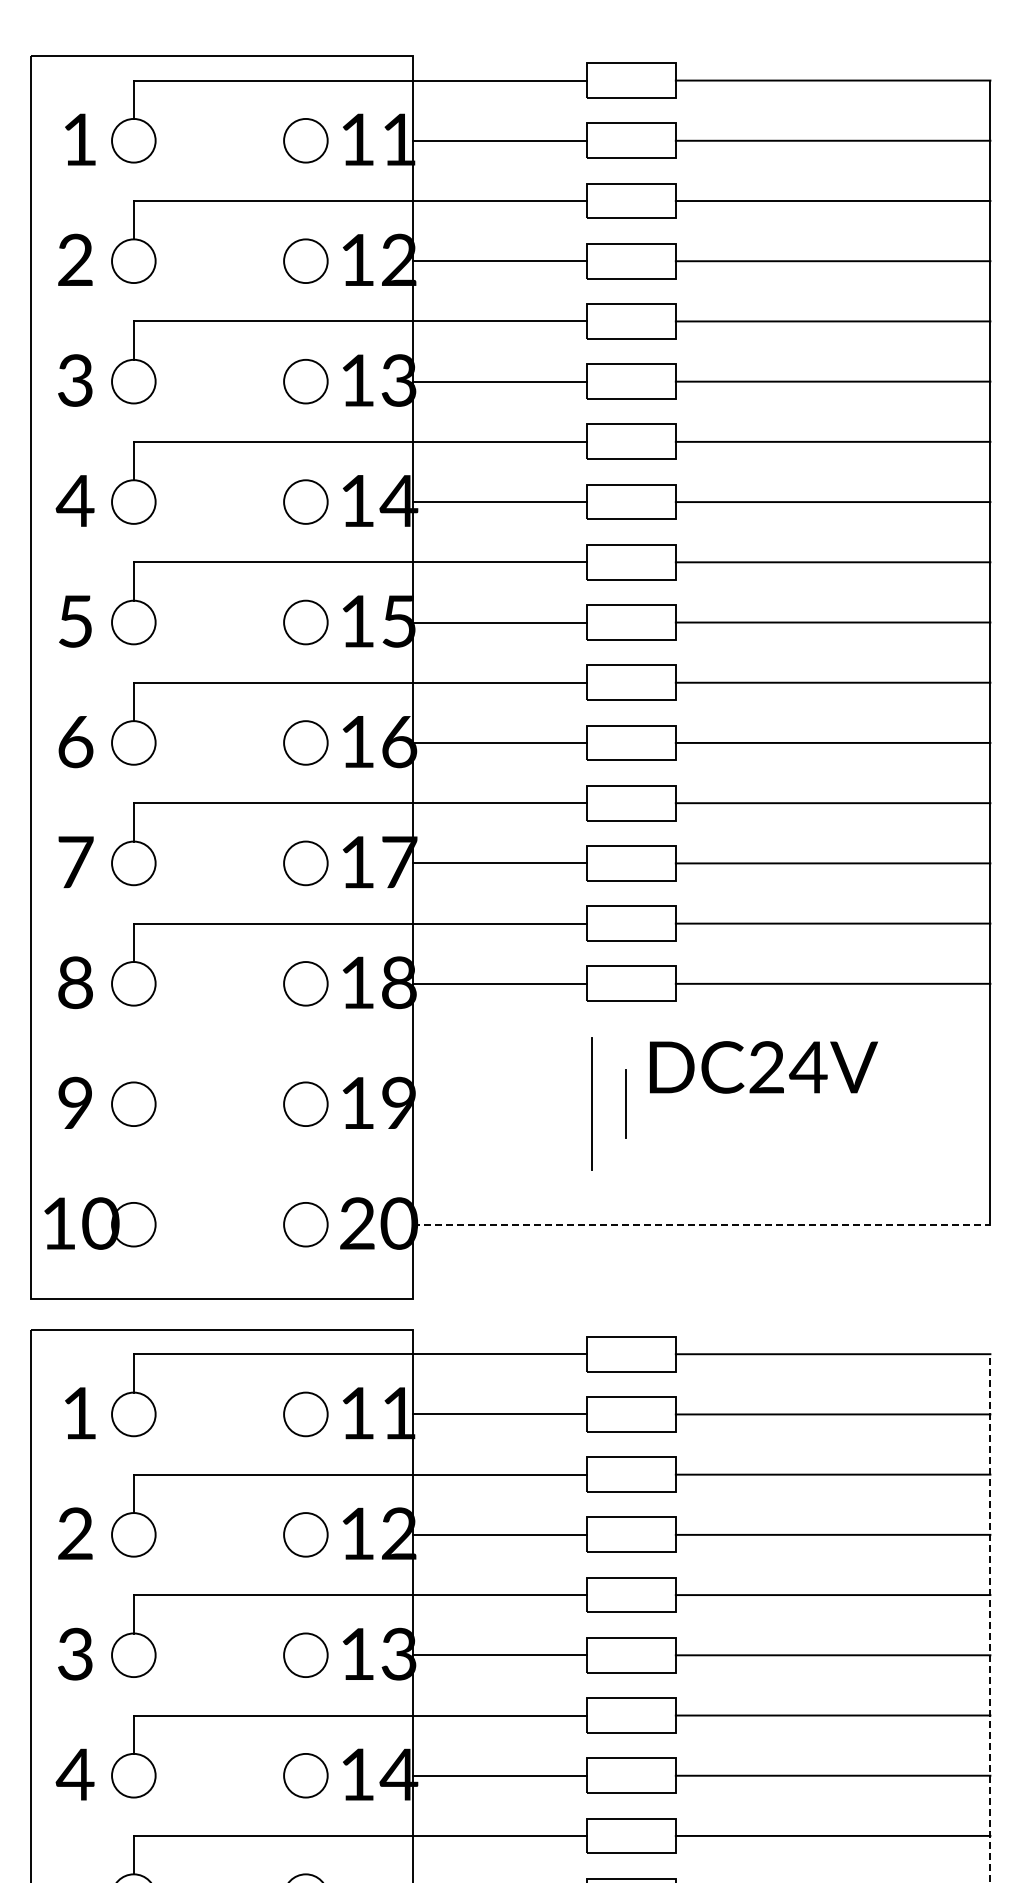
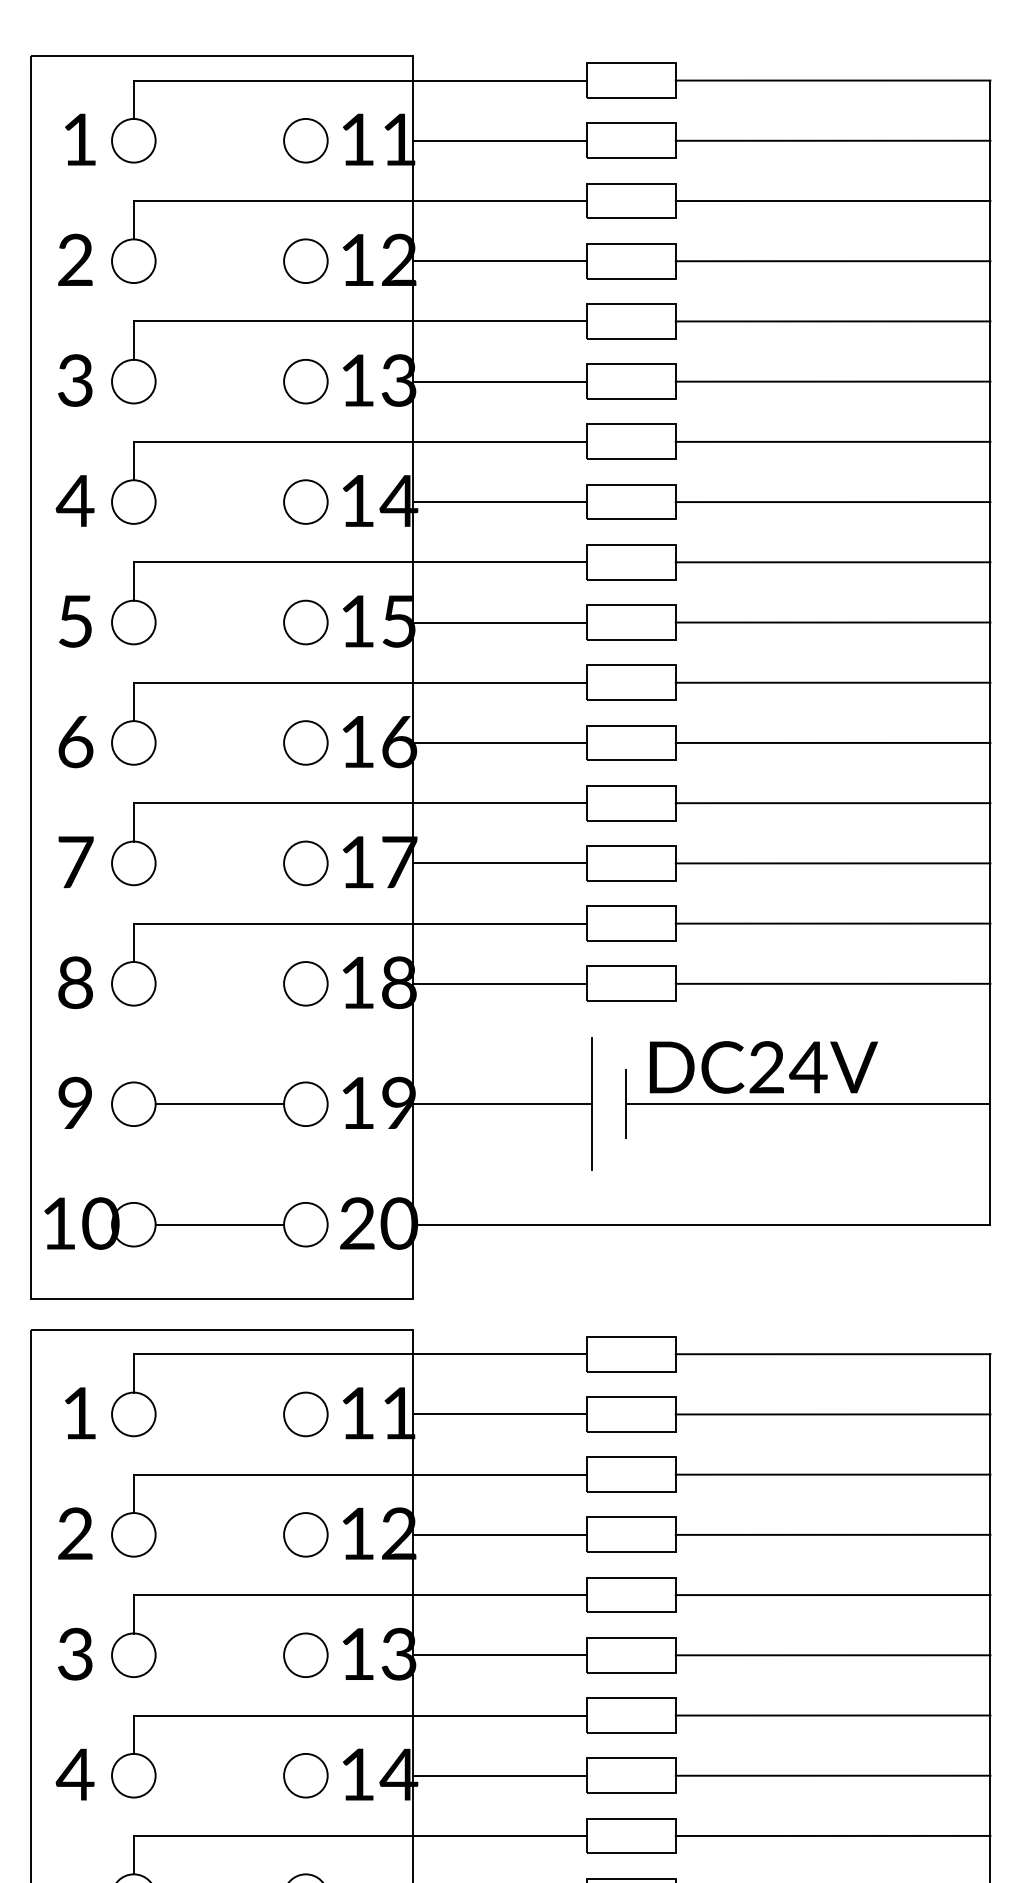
line at (219, 1104): none -> present
line at (501, 1104): none -> present
line at (807, 1104): none -> present
line at (219, 1224): none -> present
line at (701, 1224): dashed -> solid
line at (990, 1618): dashed -> solid
